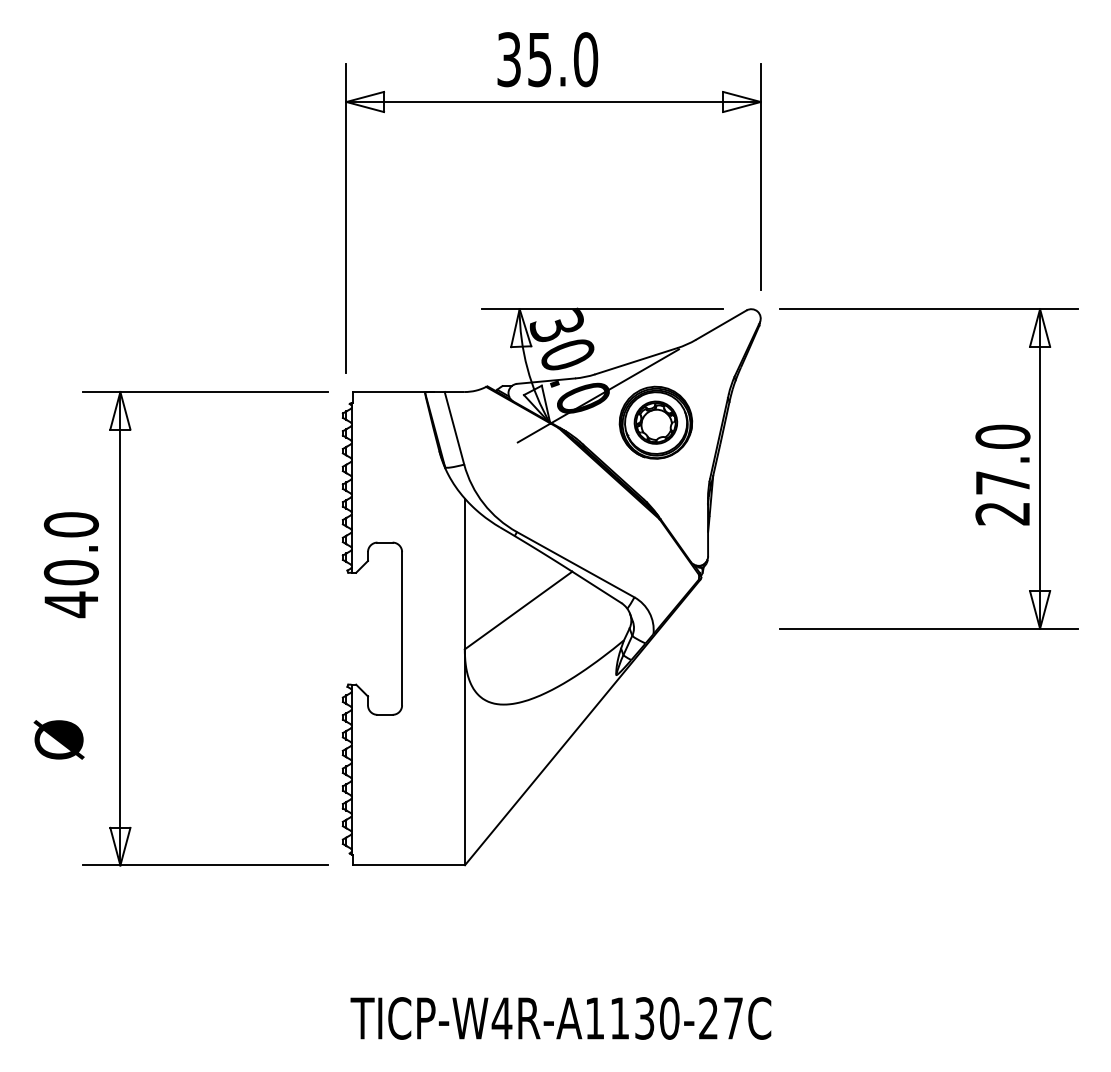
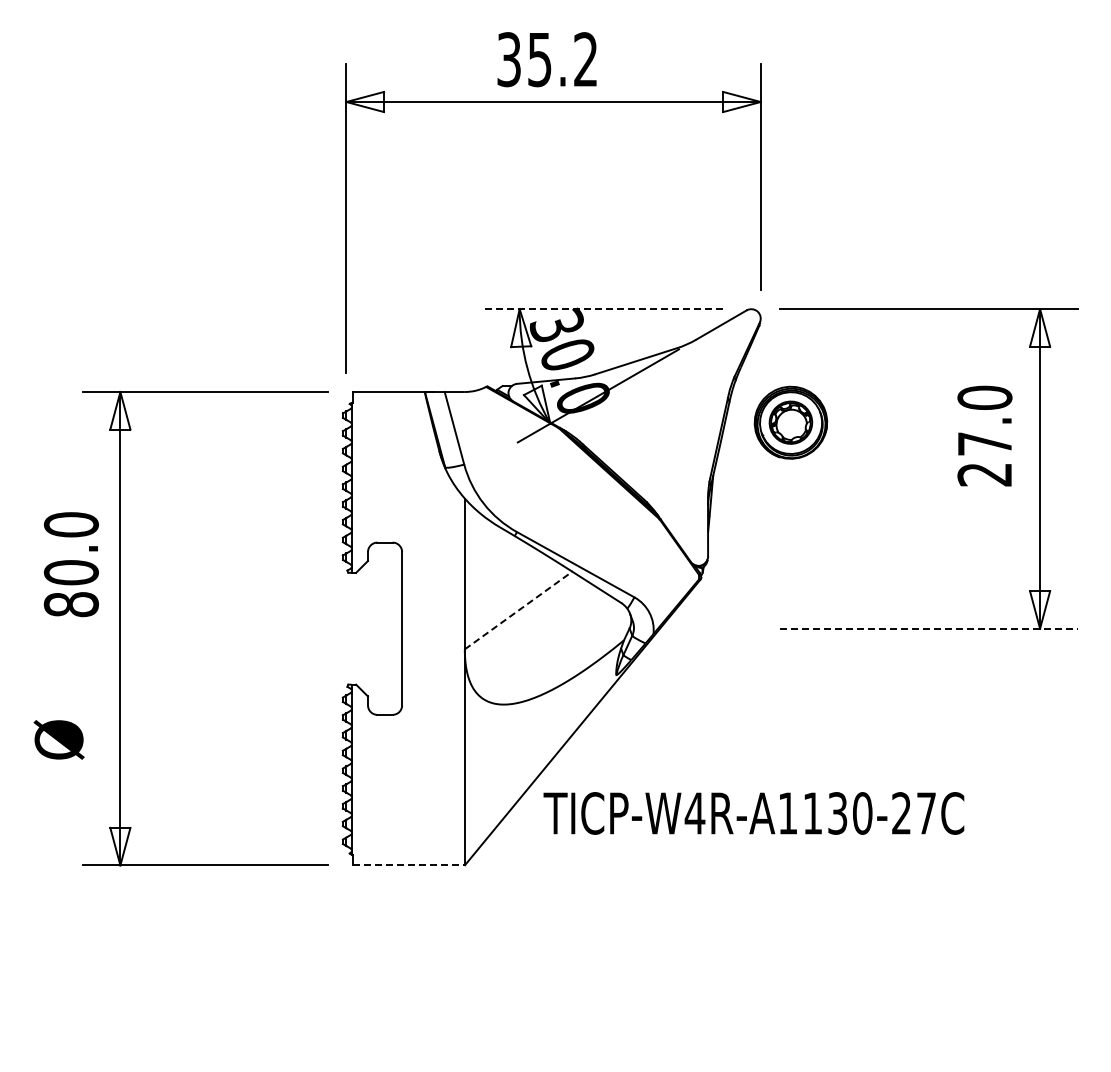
text at (586, 59): 35.0 -> 35.2
line at (602, 309): solid -> dashed
part at (655, 422) position: (655, 422) -> (790, 422)
text at (1002, 474) position: (1002, 474) -> (984, 435)
text at (70, 604): 40.0 -> 80.0
line at (518, 610): solid -> dashed
line at (929, 628): solid -> dashed
line at (409, 865): solid -> dashed
text at (560, 1018) position: (560, 1018) -> (753, 813)
